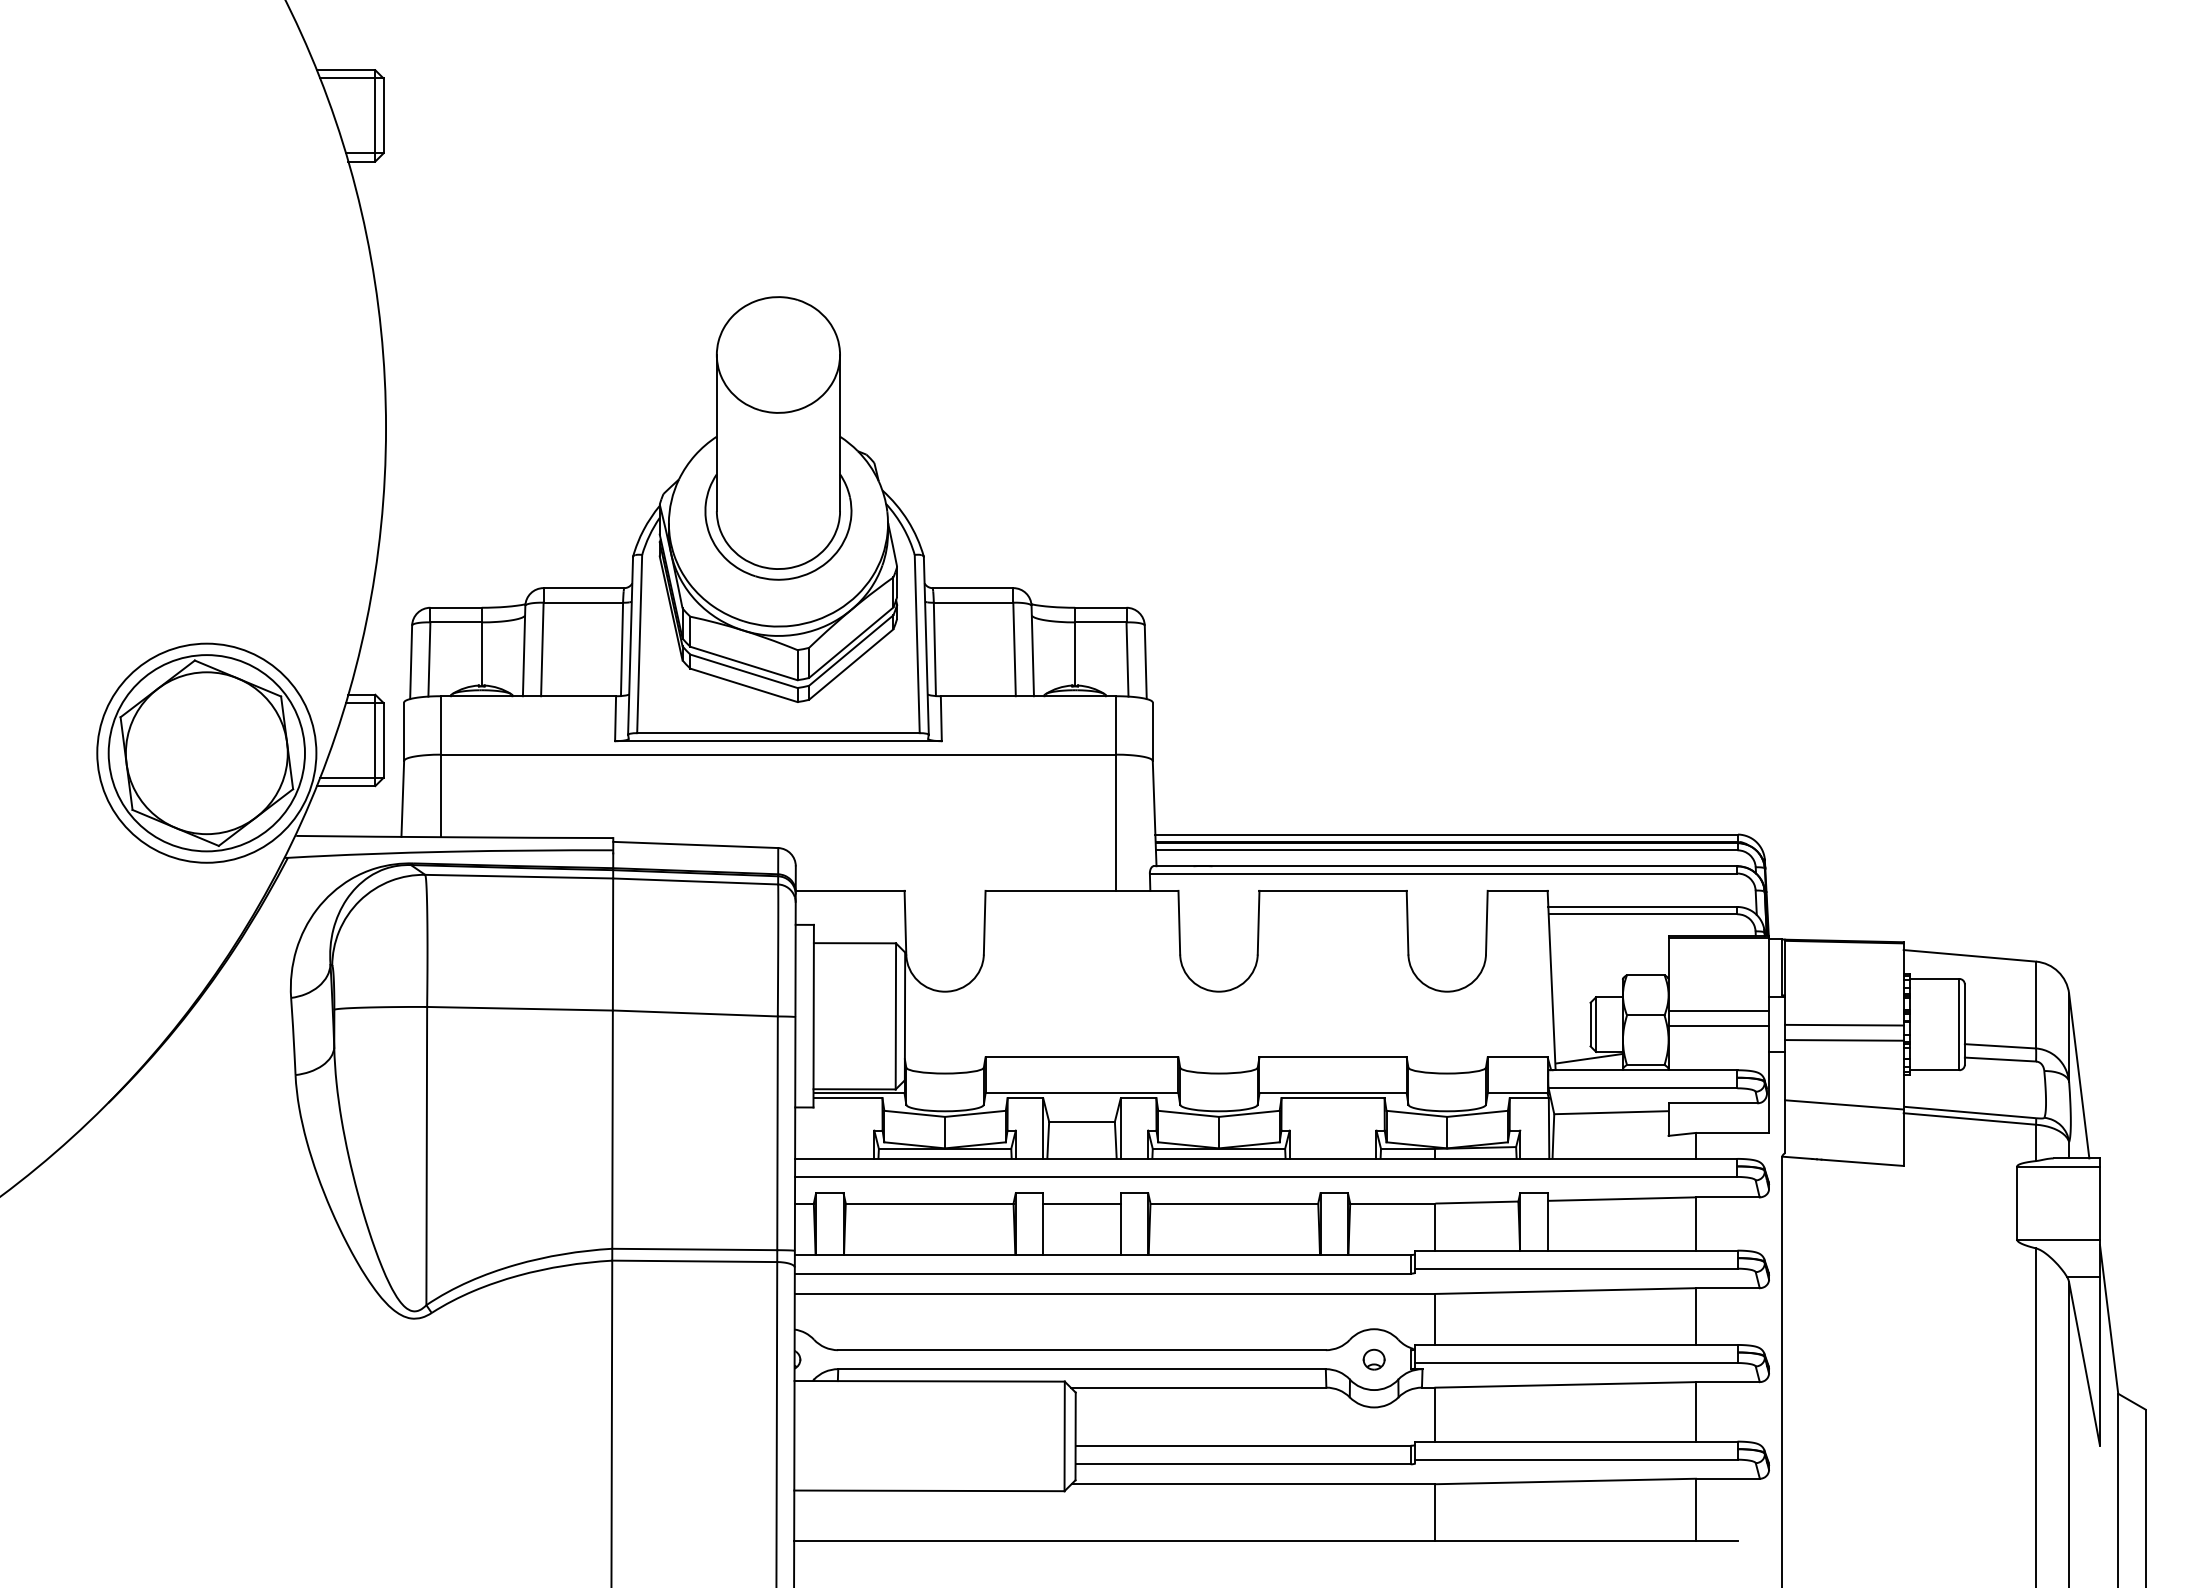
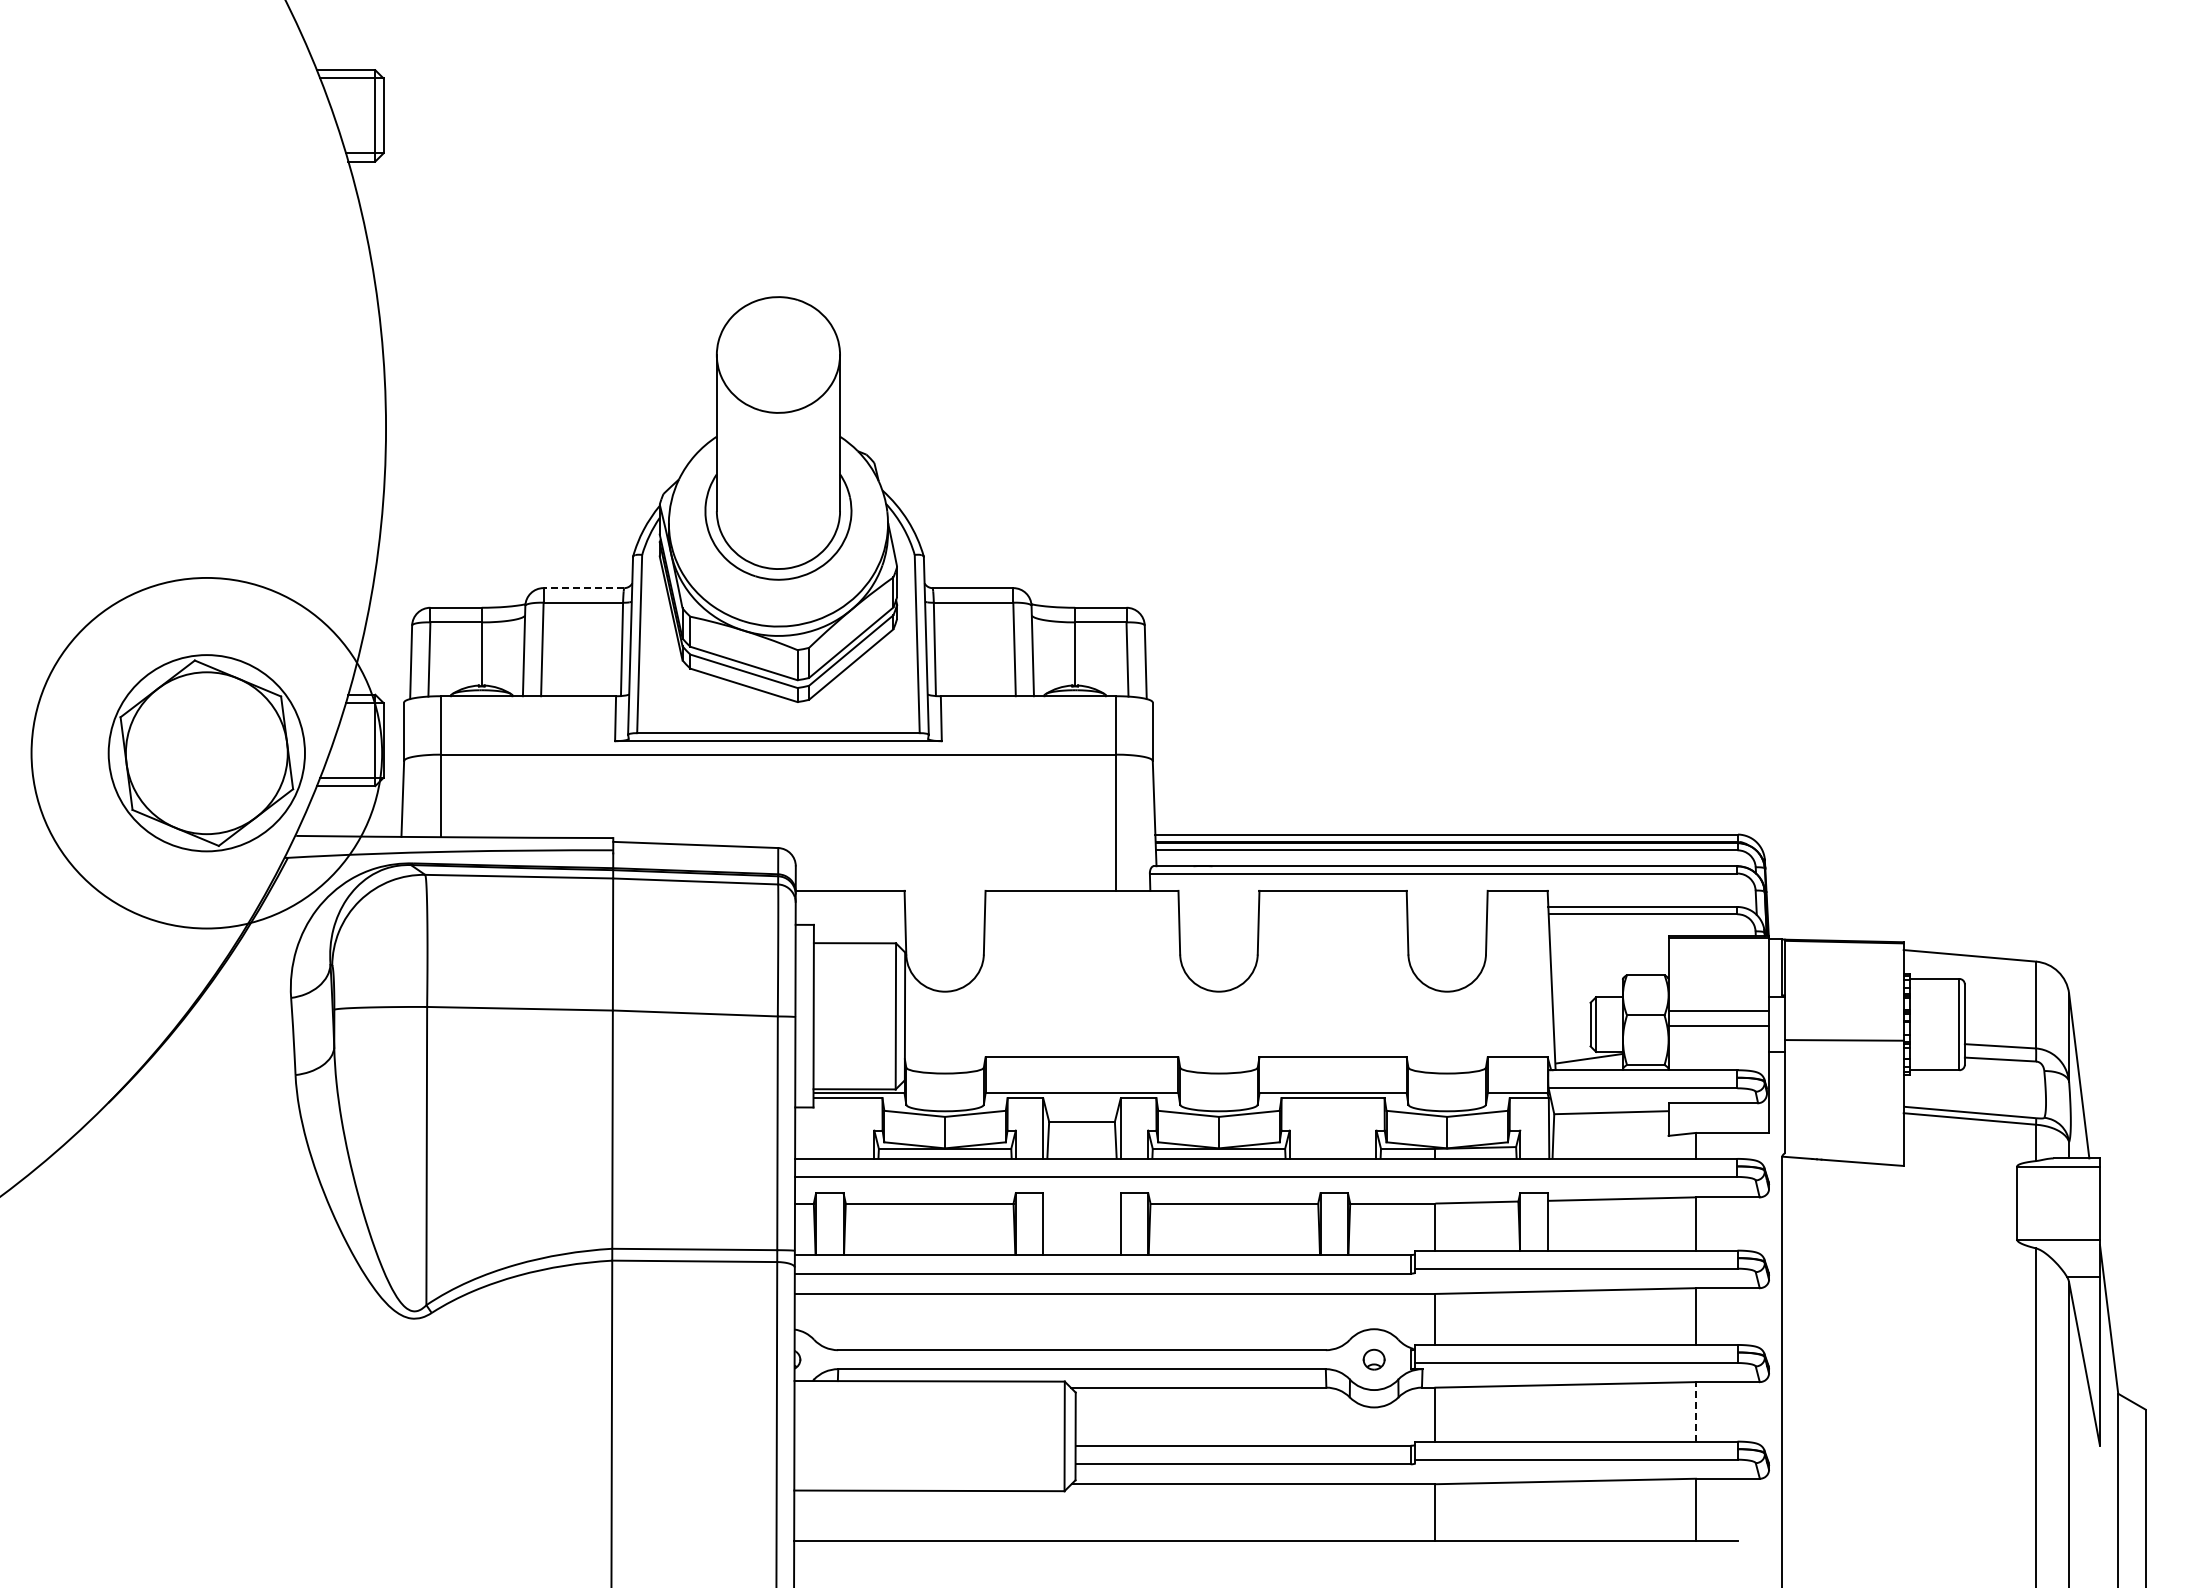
line at (583, 588): solid -> dashed
circle at (206, 752) diameter: 219 px -> 351 px
line at (1844, 1024): present -> none
line at (1844, 1104): present -> none
line at (1081, 1203): present -> none
line at (1696, 1411): solid -> dashed
